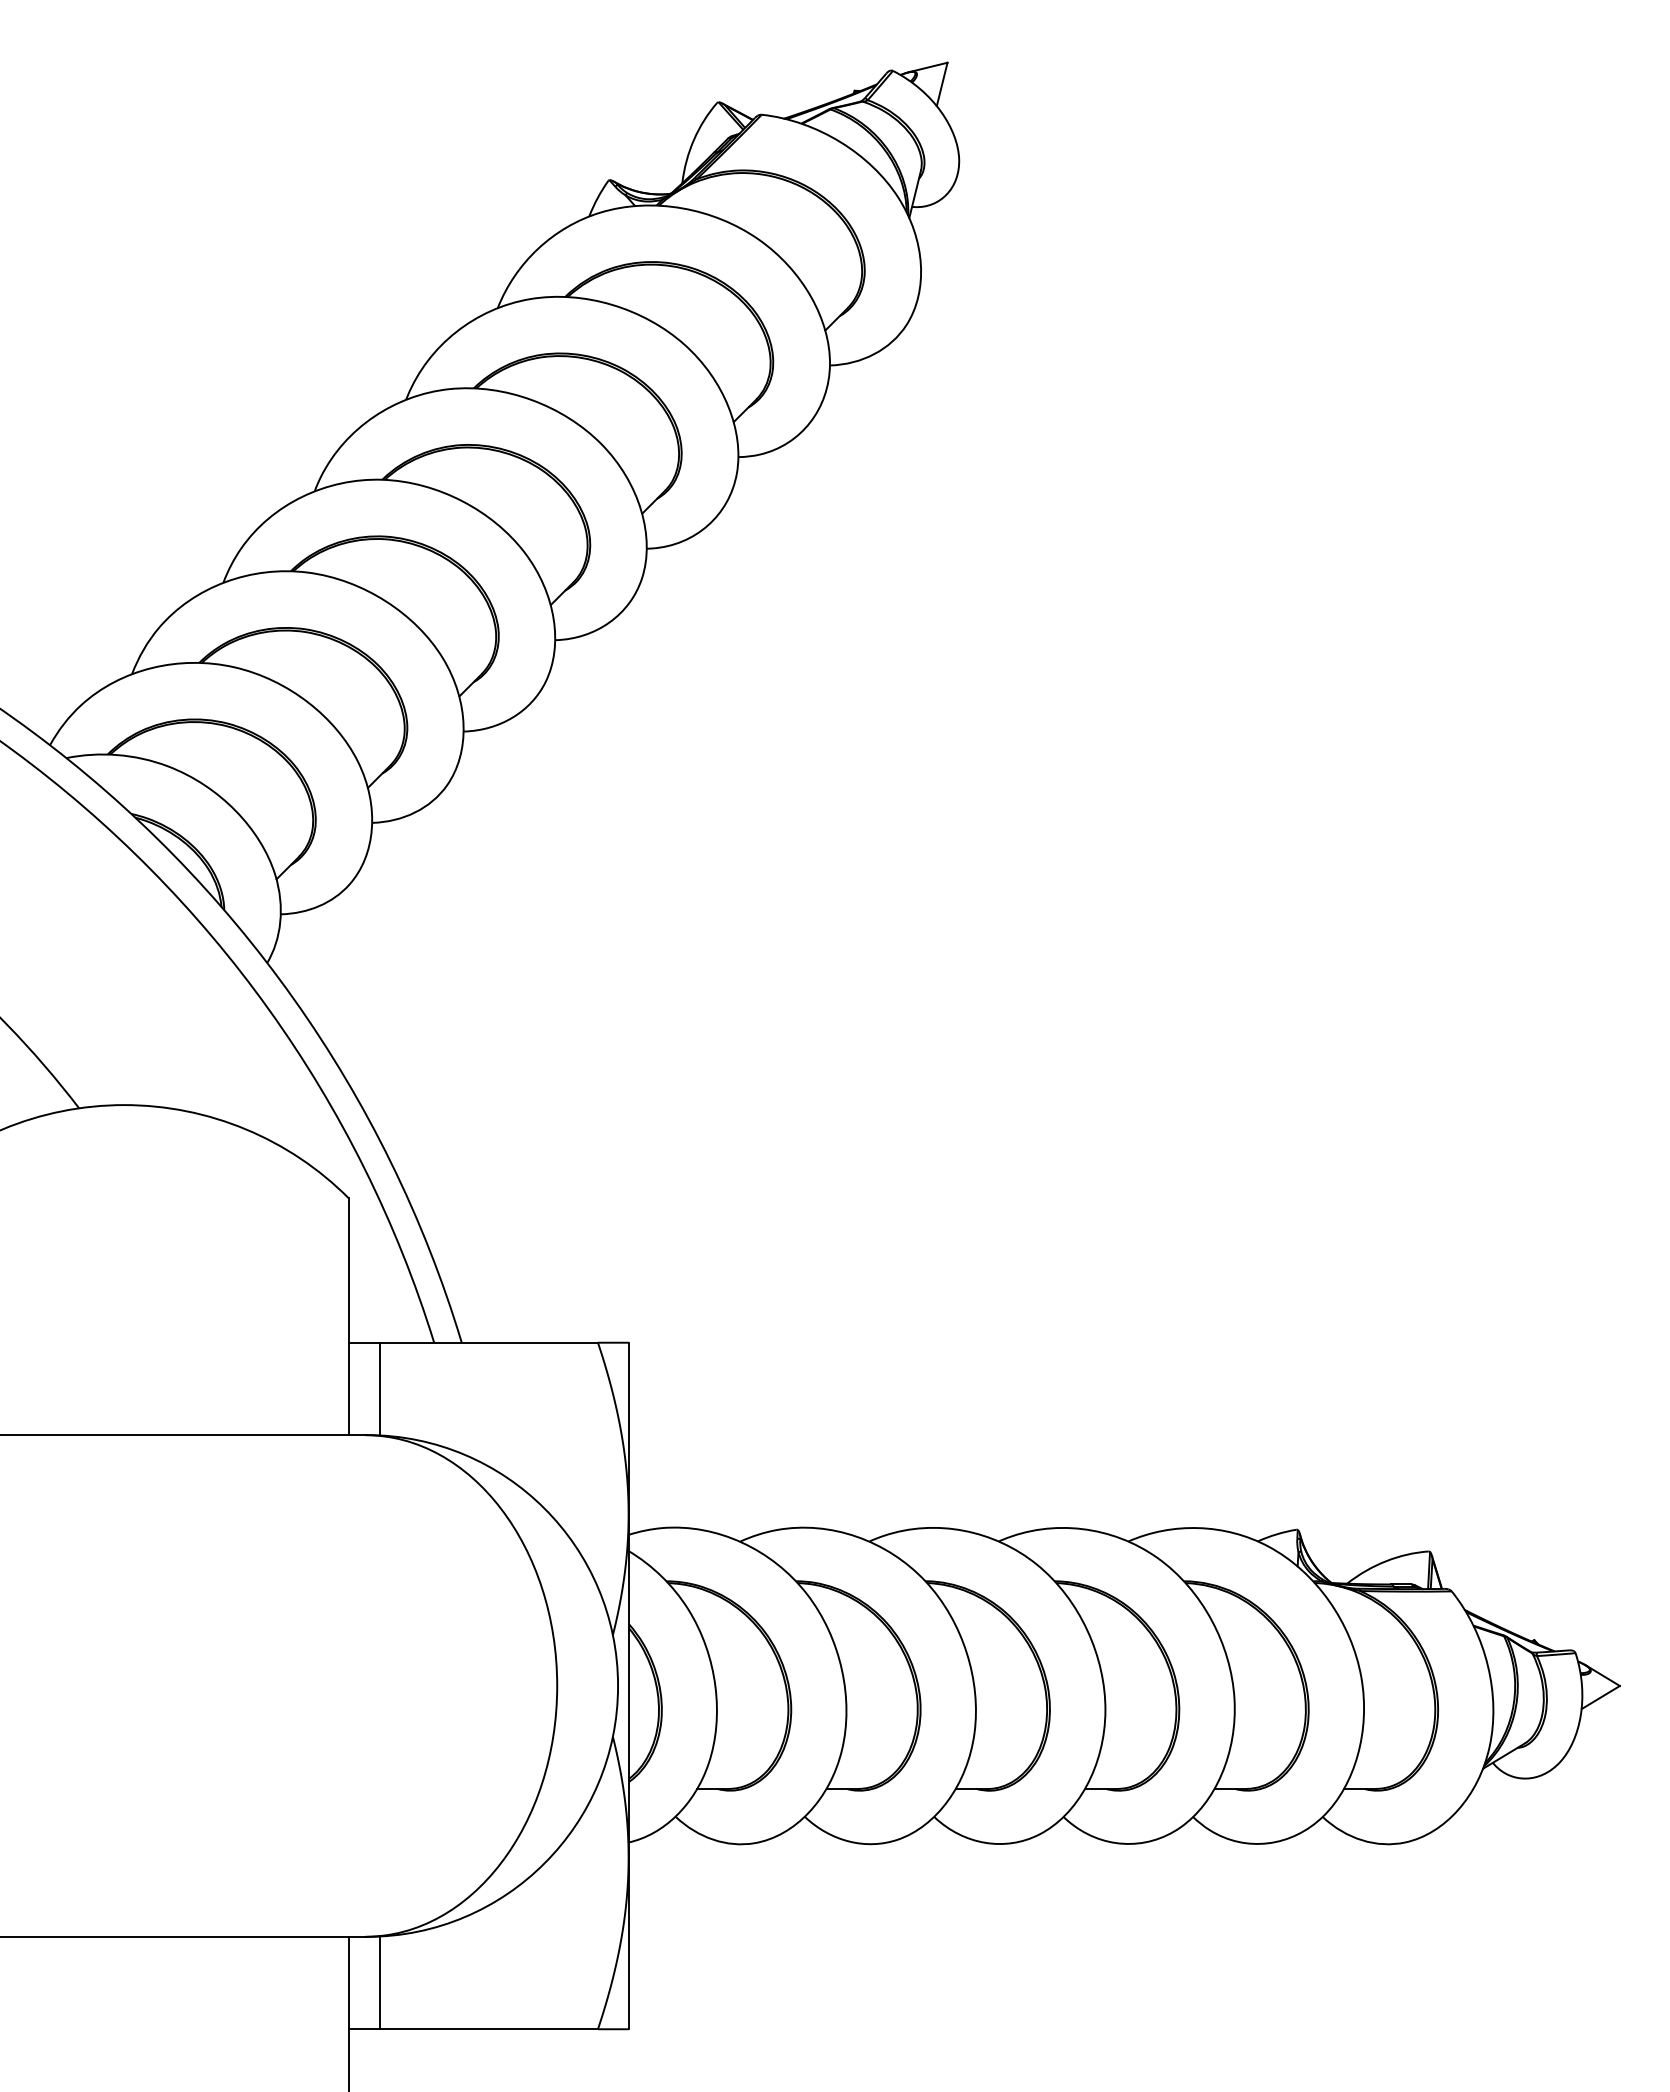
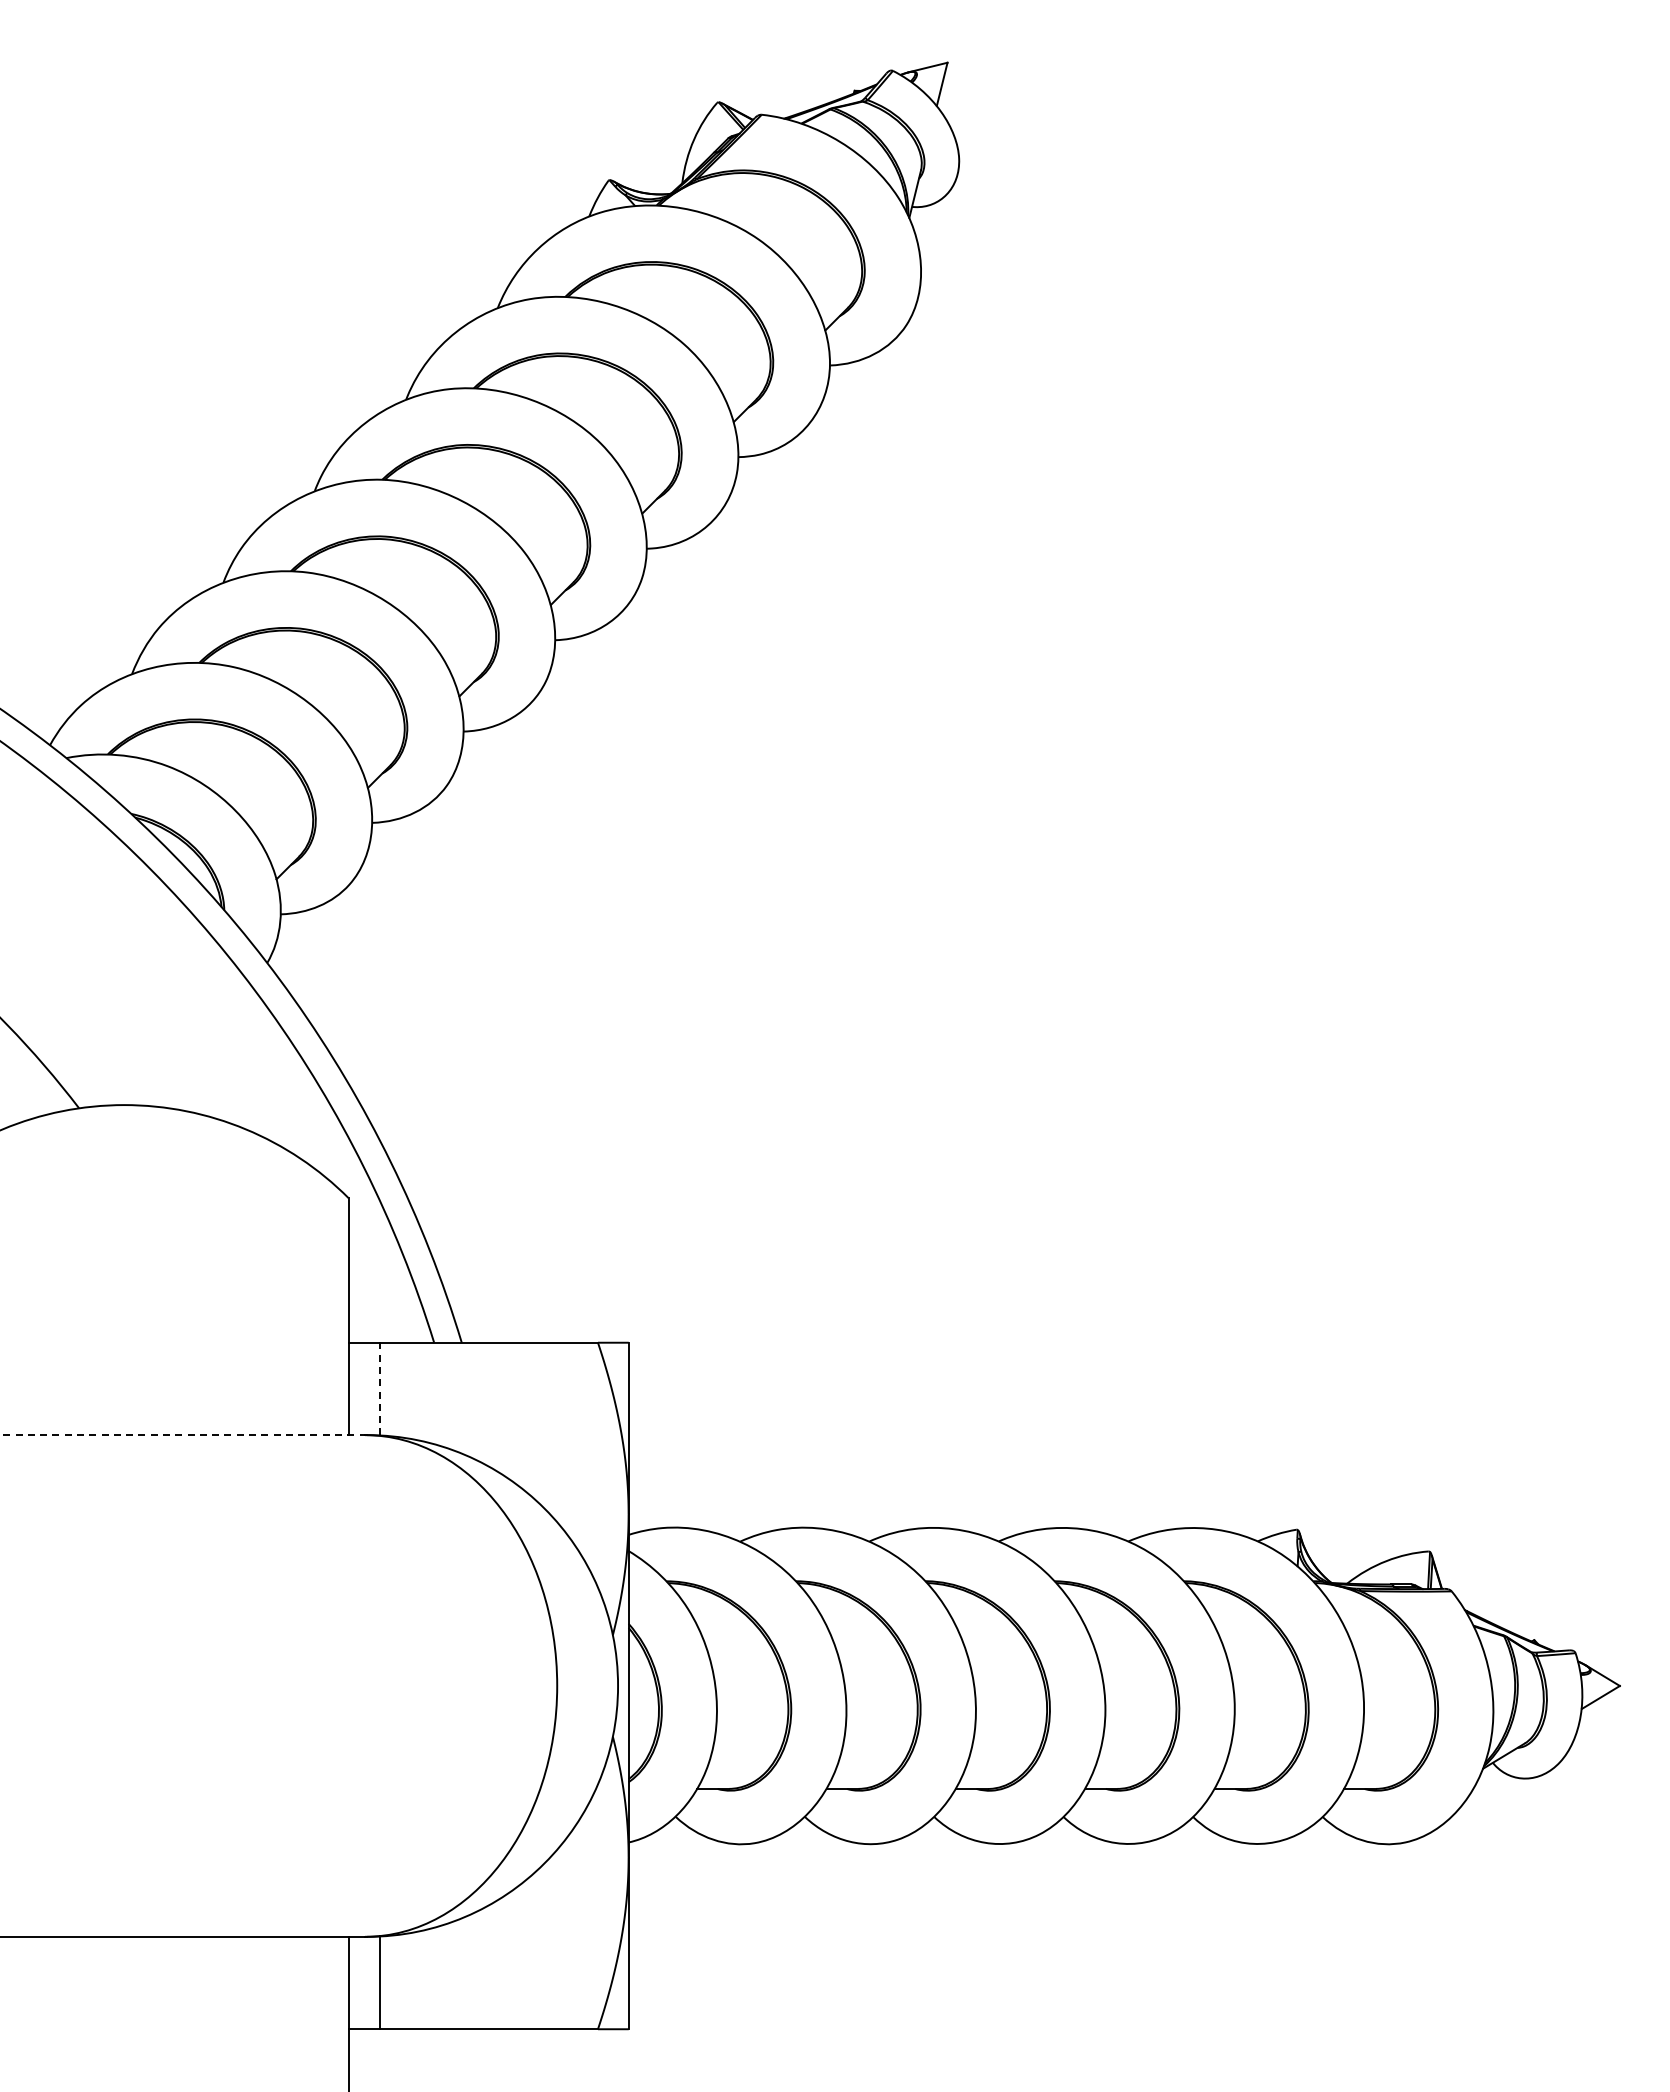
line at (380, 1388): solid -> dashed
line at (183, 1435): solid -> dashed
